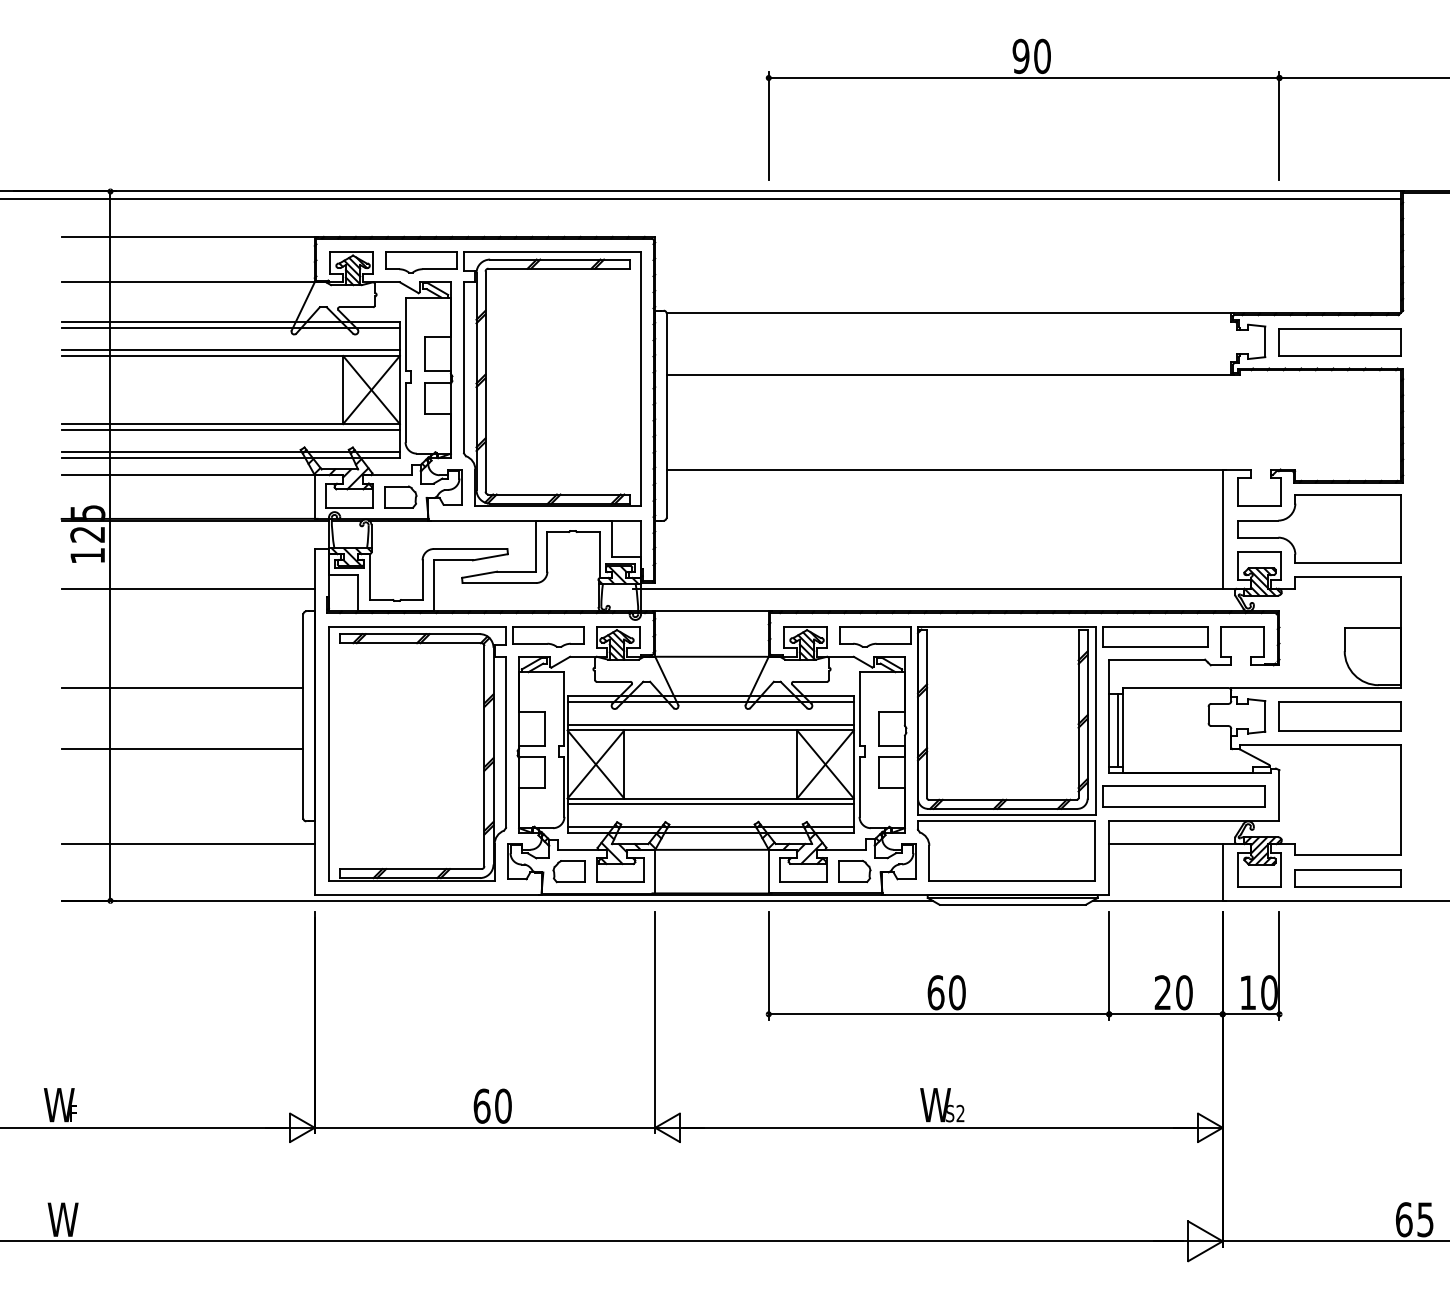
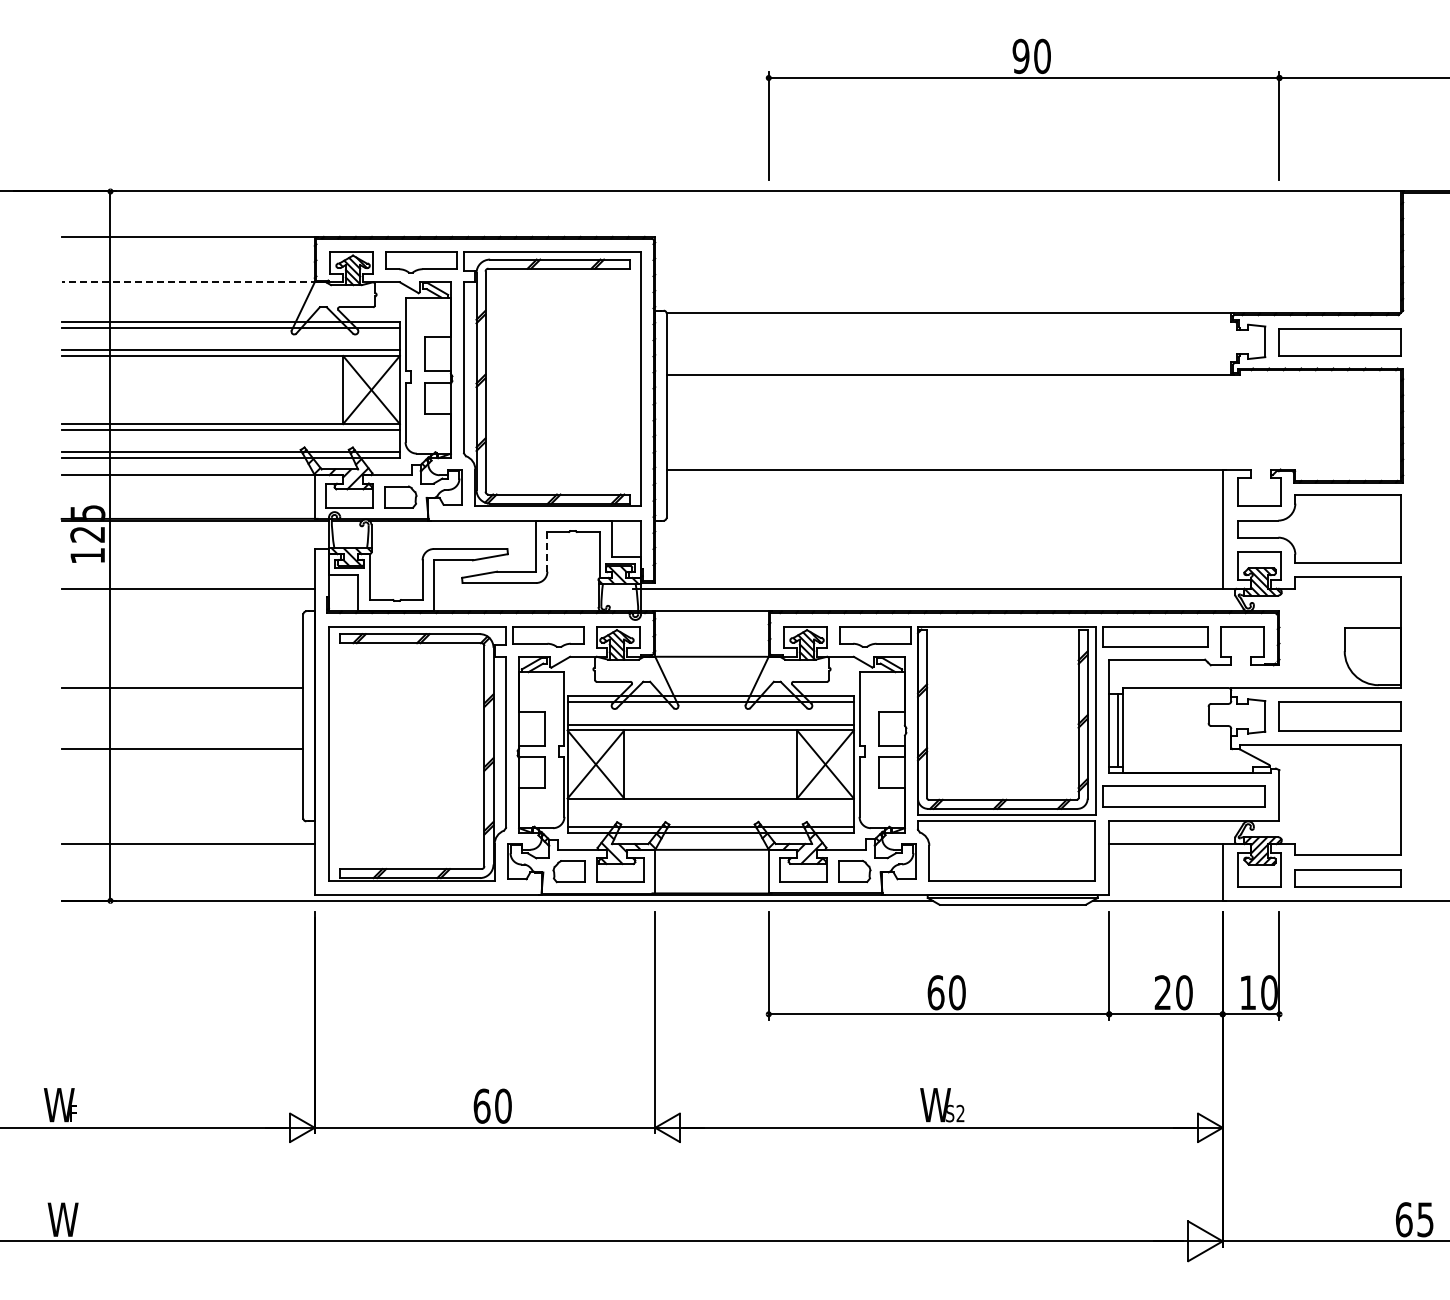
line at (701, 199): present -> none
line at (189, 282): solid -> dashed
line at (547, 551): solid -> dashed
line at (710, 804): present -> none
